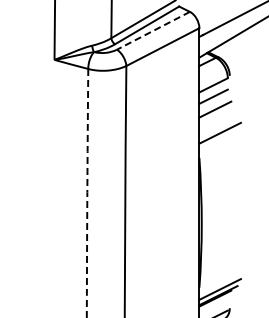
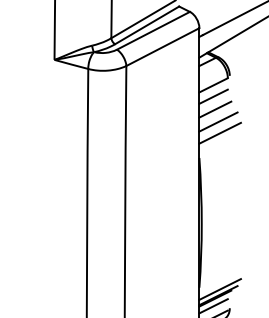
line at (153, 31): dashed -> solid
line at (218, 121): none -> present
arc at (87, 193): dashed -> solid
line at (213, 306): none -> present
